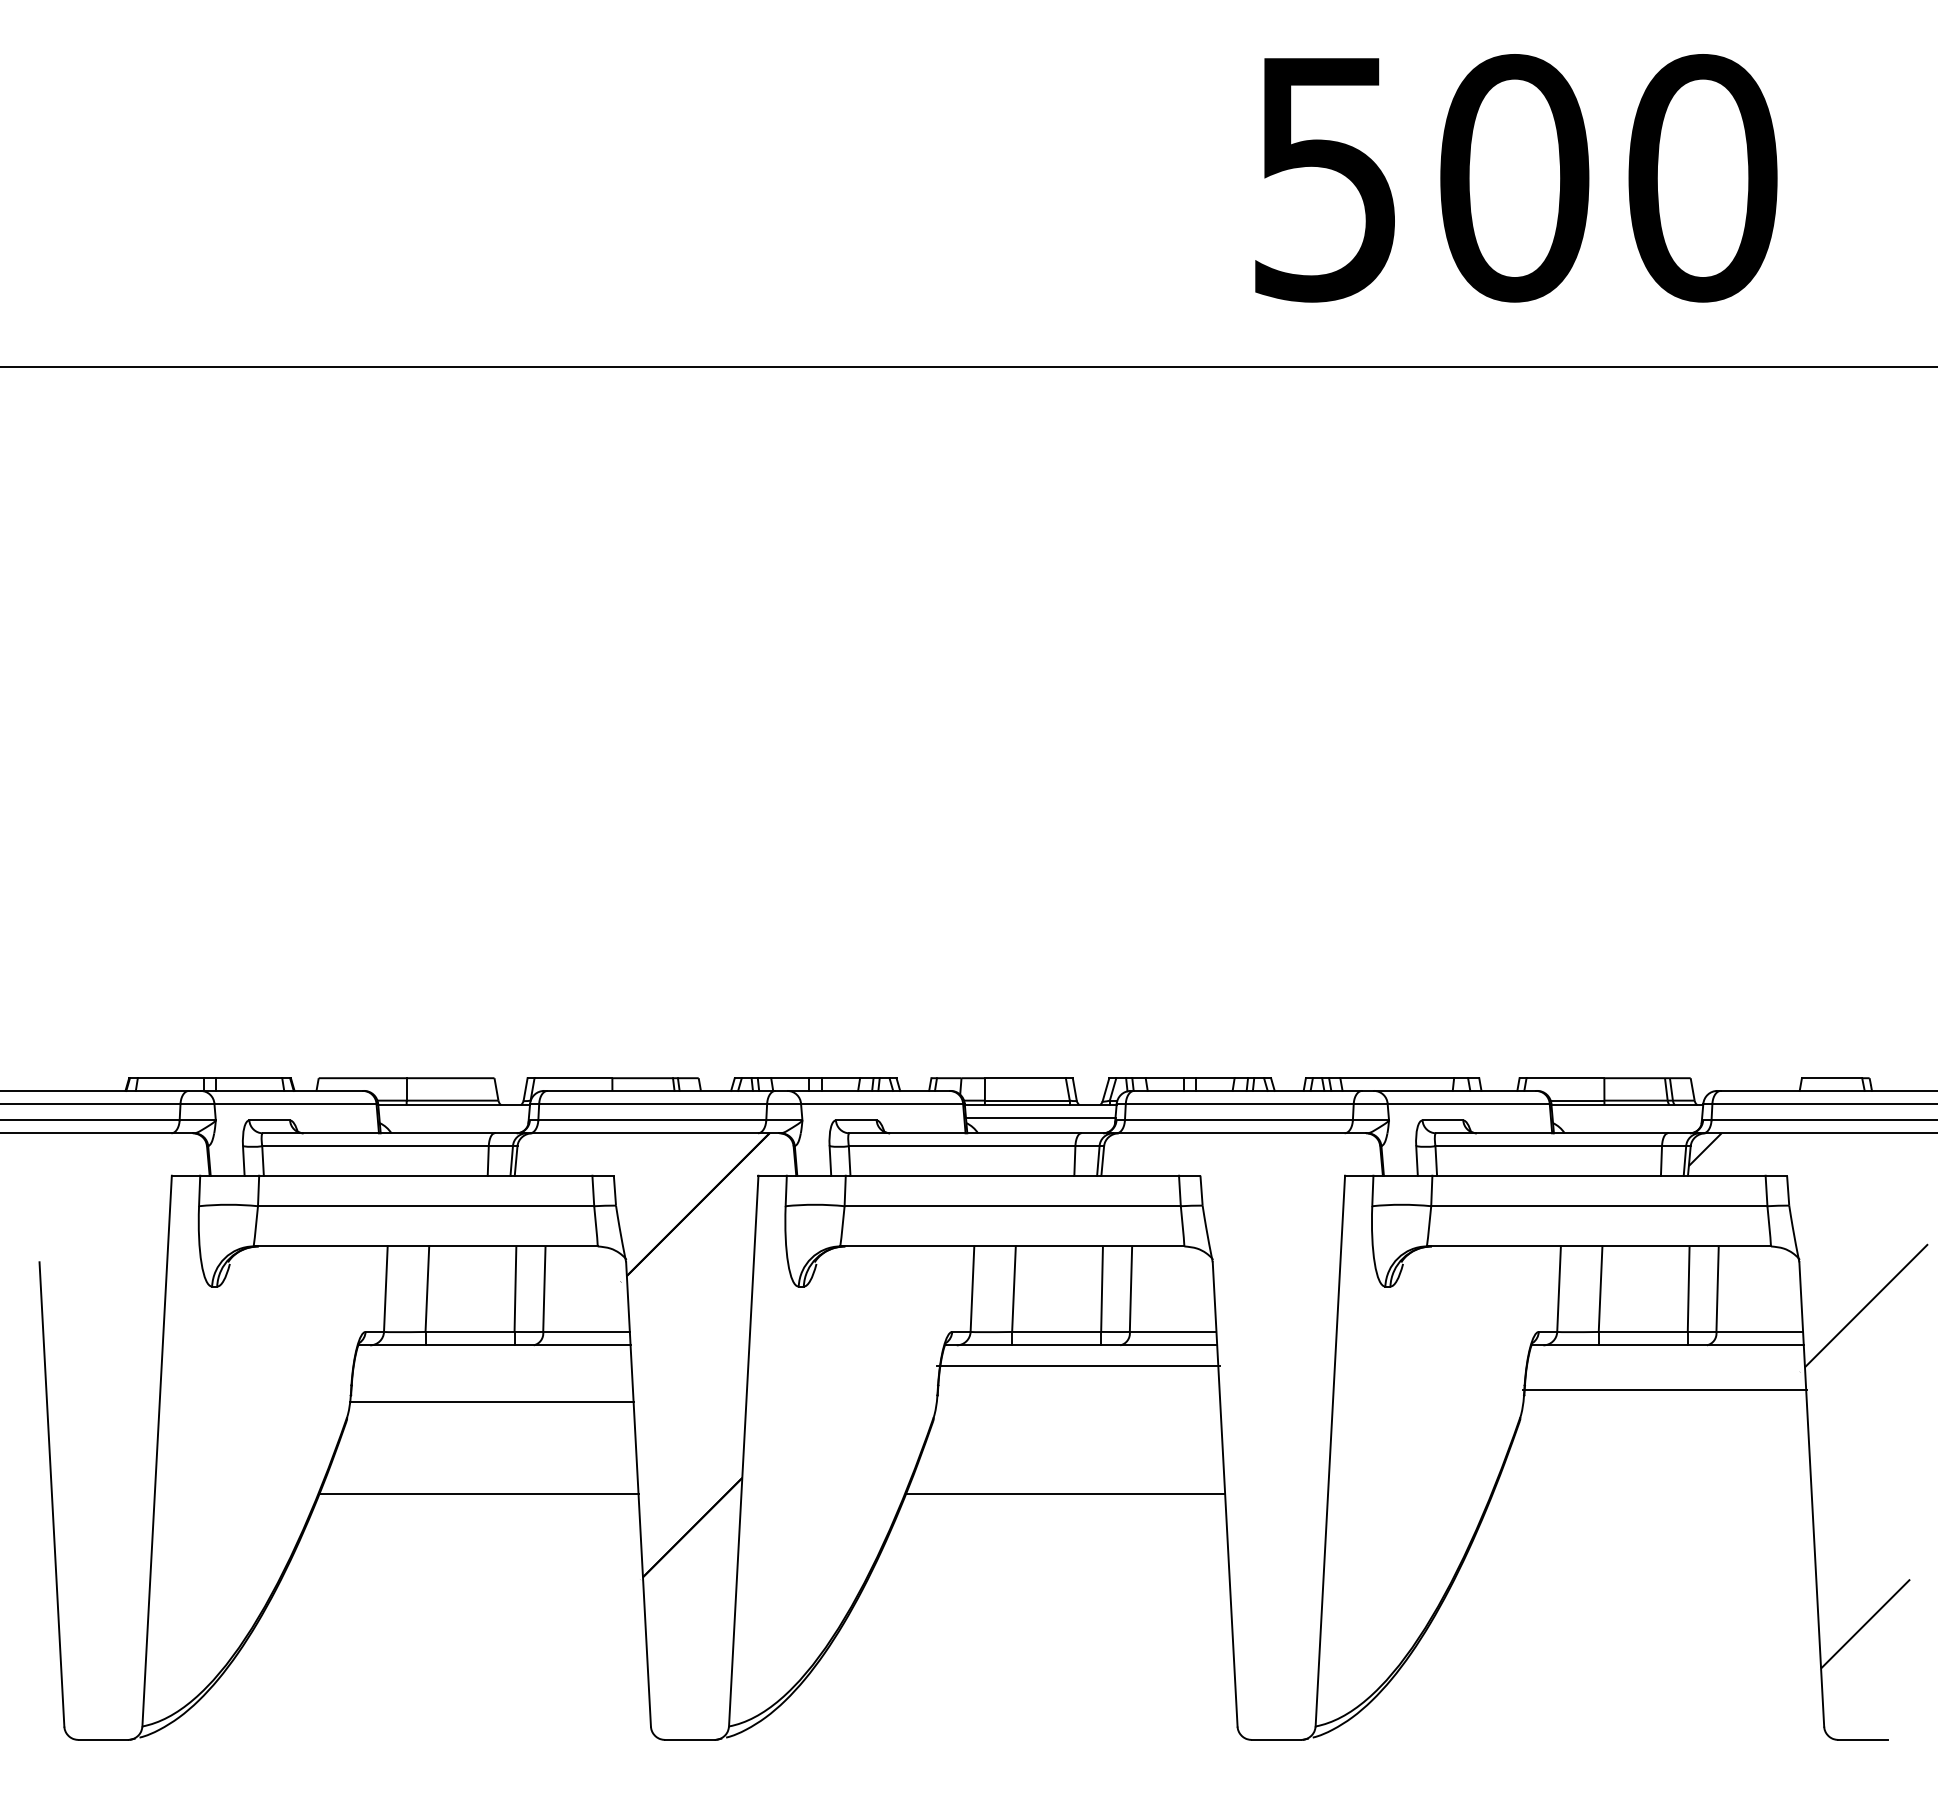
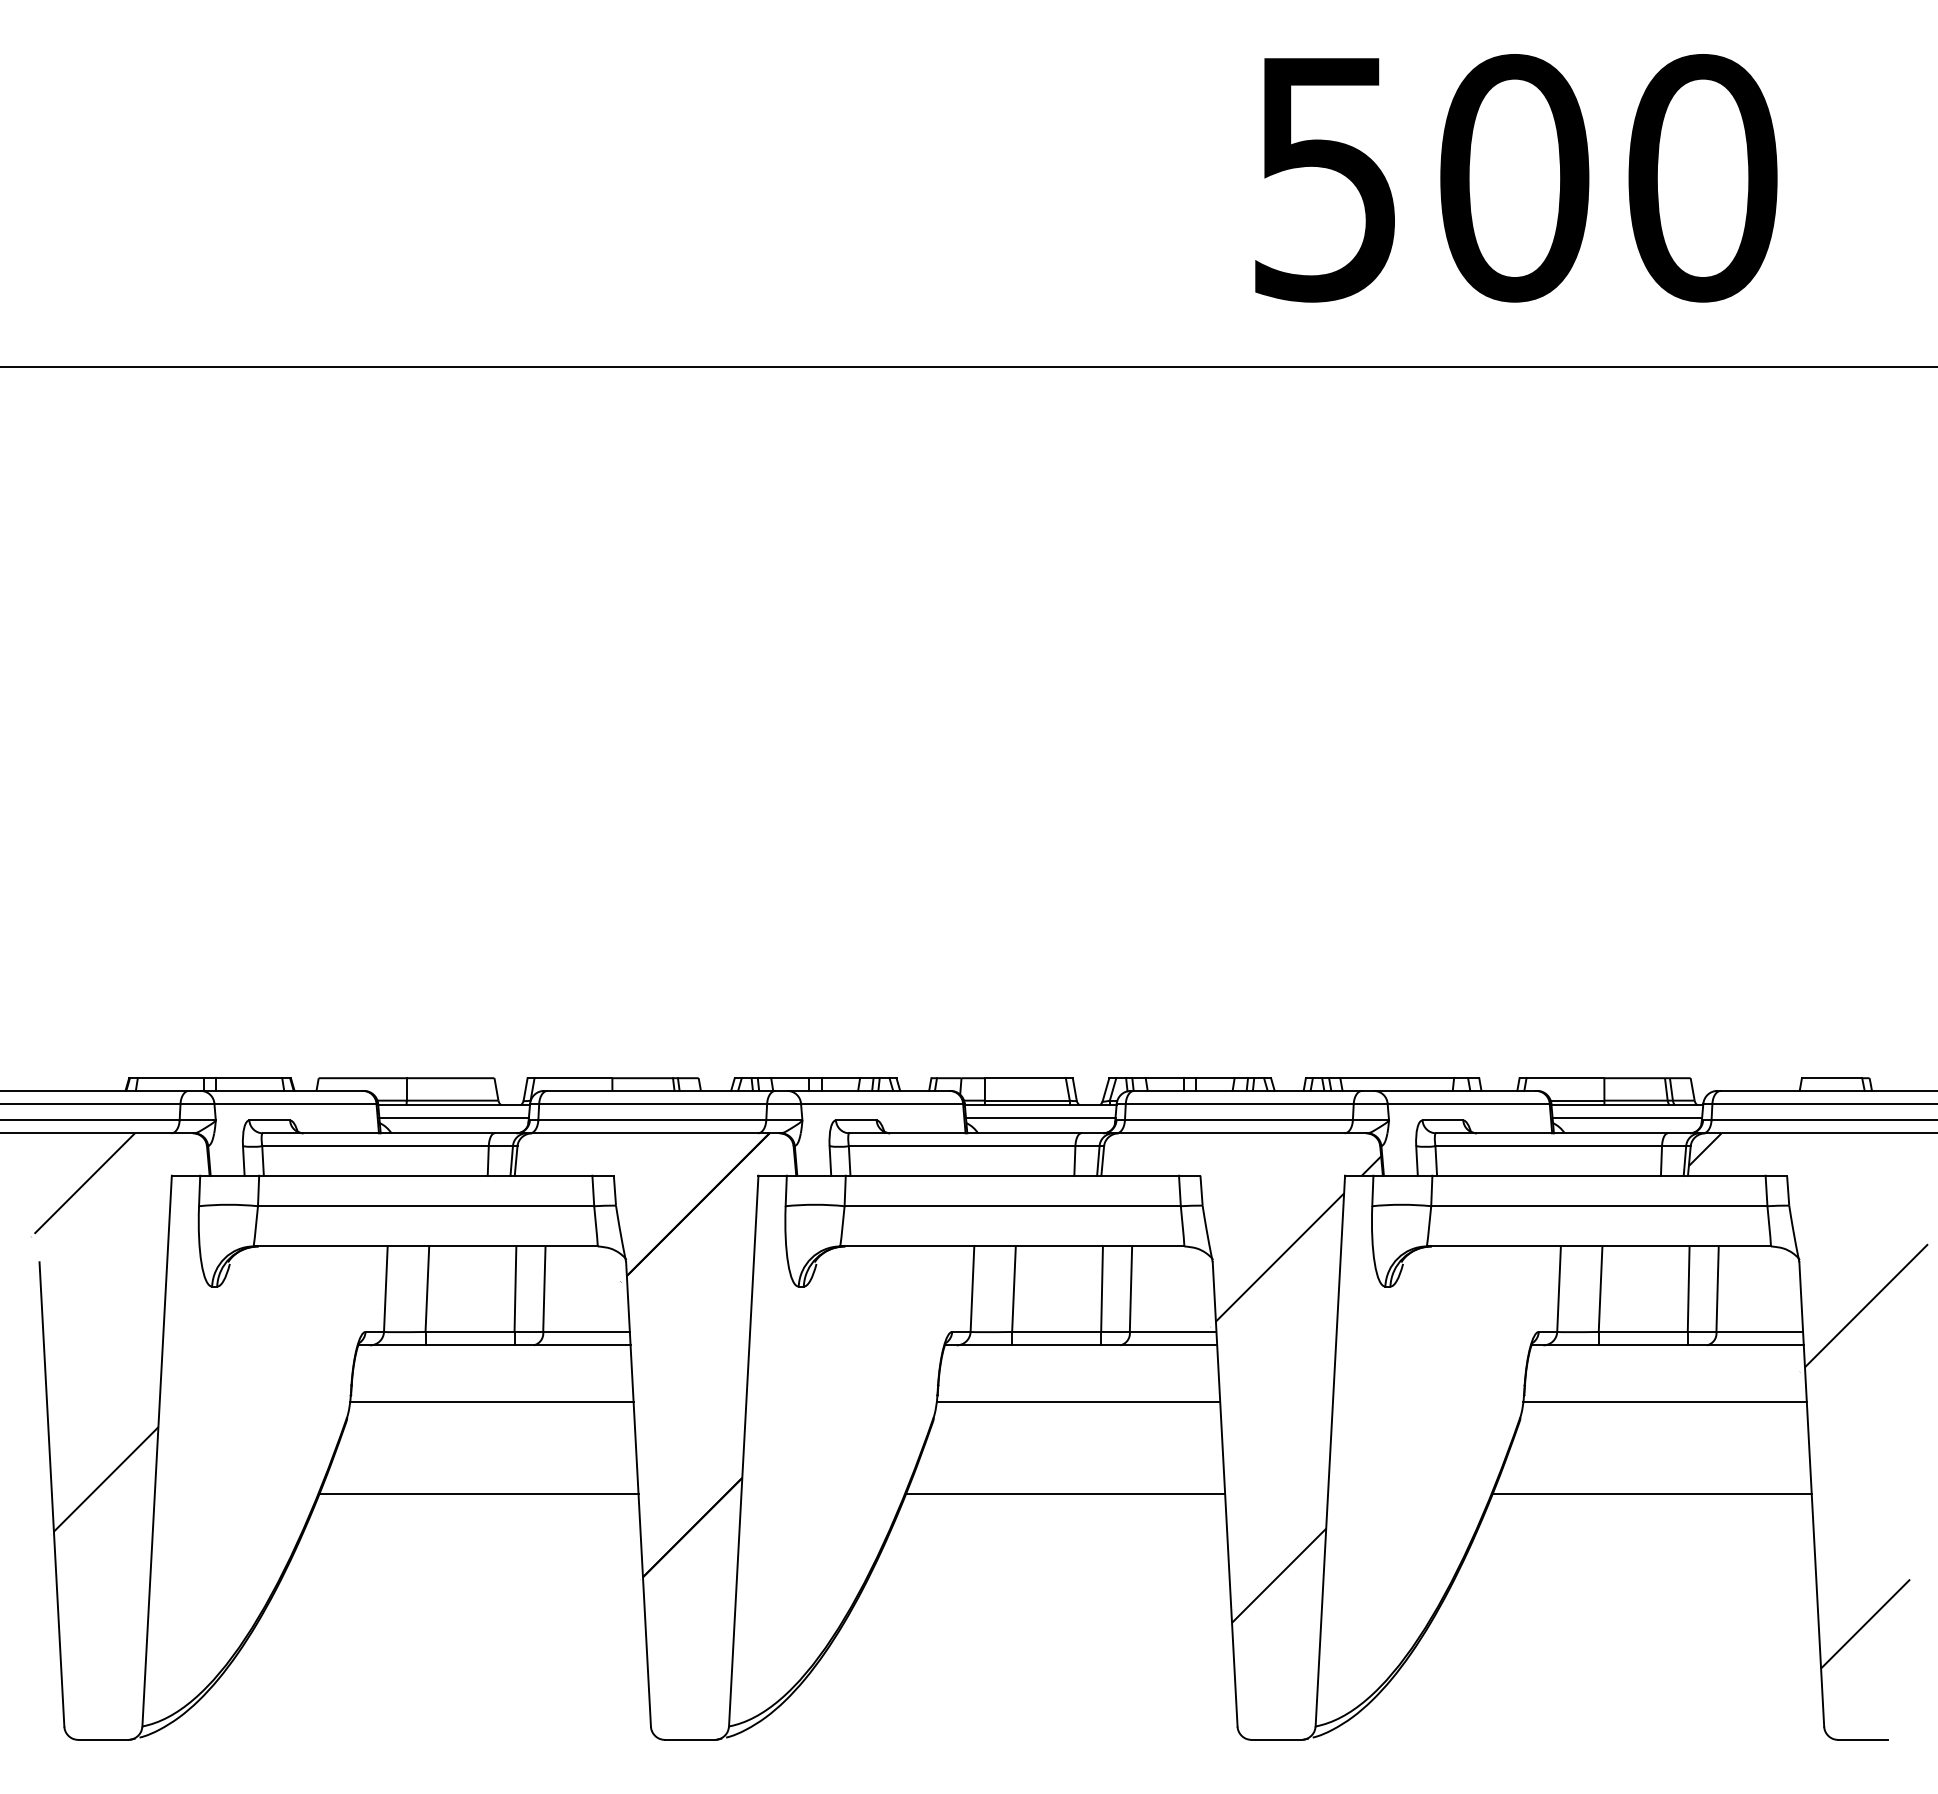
line at (453, 1117): none -> present
line at (1627, 1117): none -> present
hatch at (94, 1333): none -> present
line at (1078, 1365) position: (1078, 1365) -> (1078, 1401)
line at (1664, 1389) position: (1664, 1389) -> (1664, 1401)
hatch at (1295, 1390): none -> present
line at (1651, 1493): none -> present
